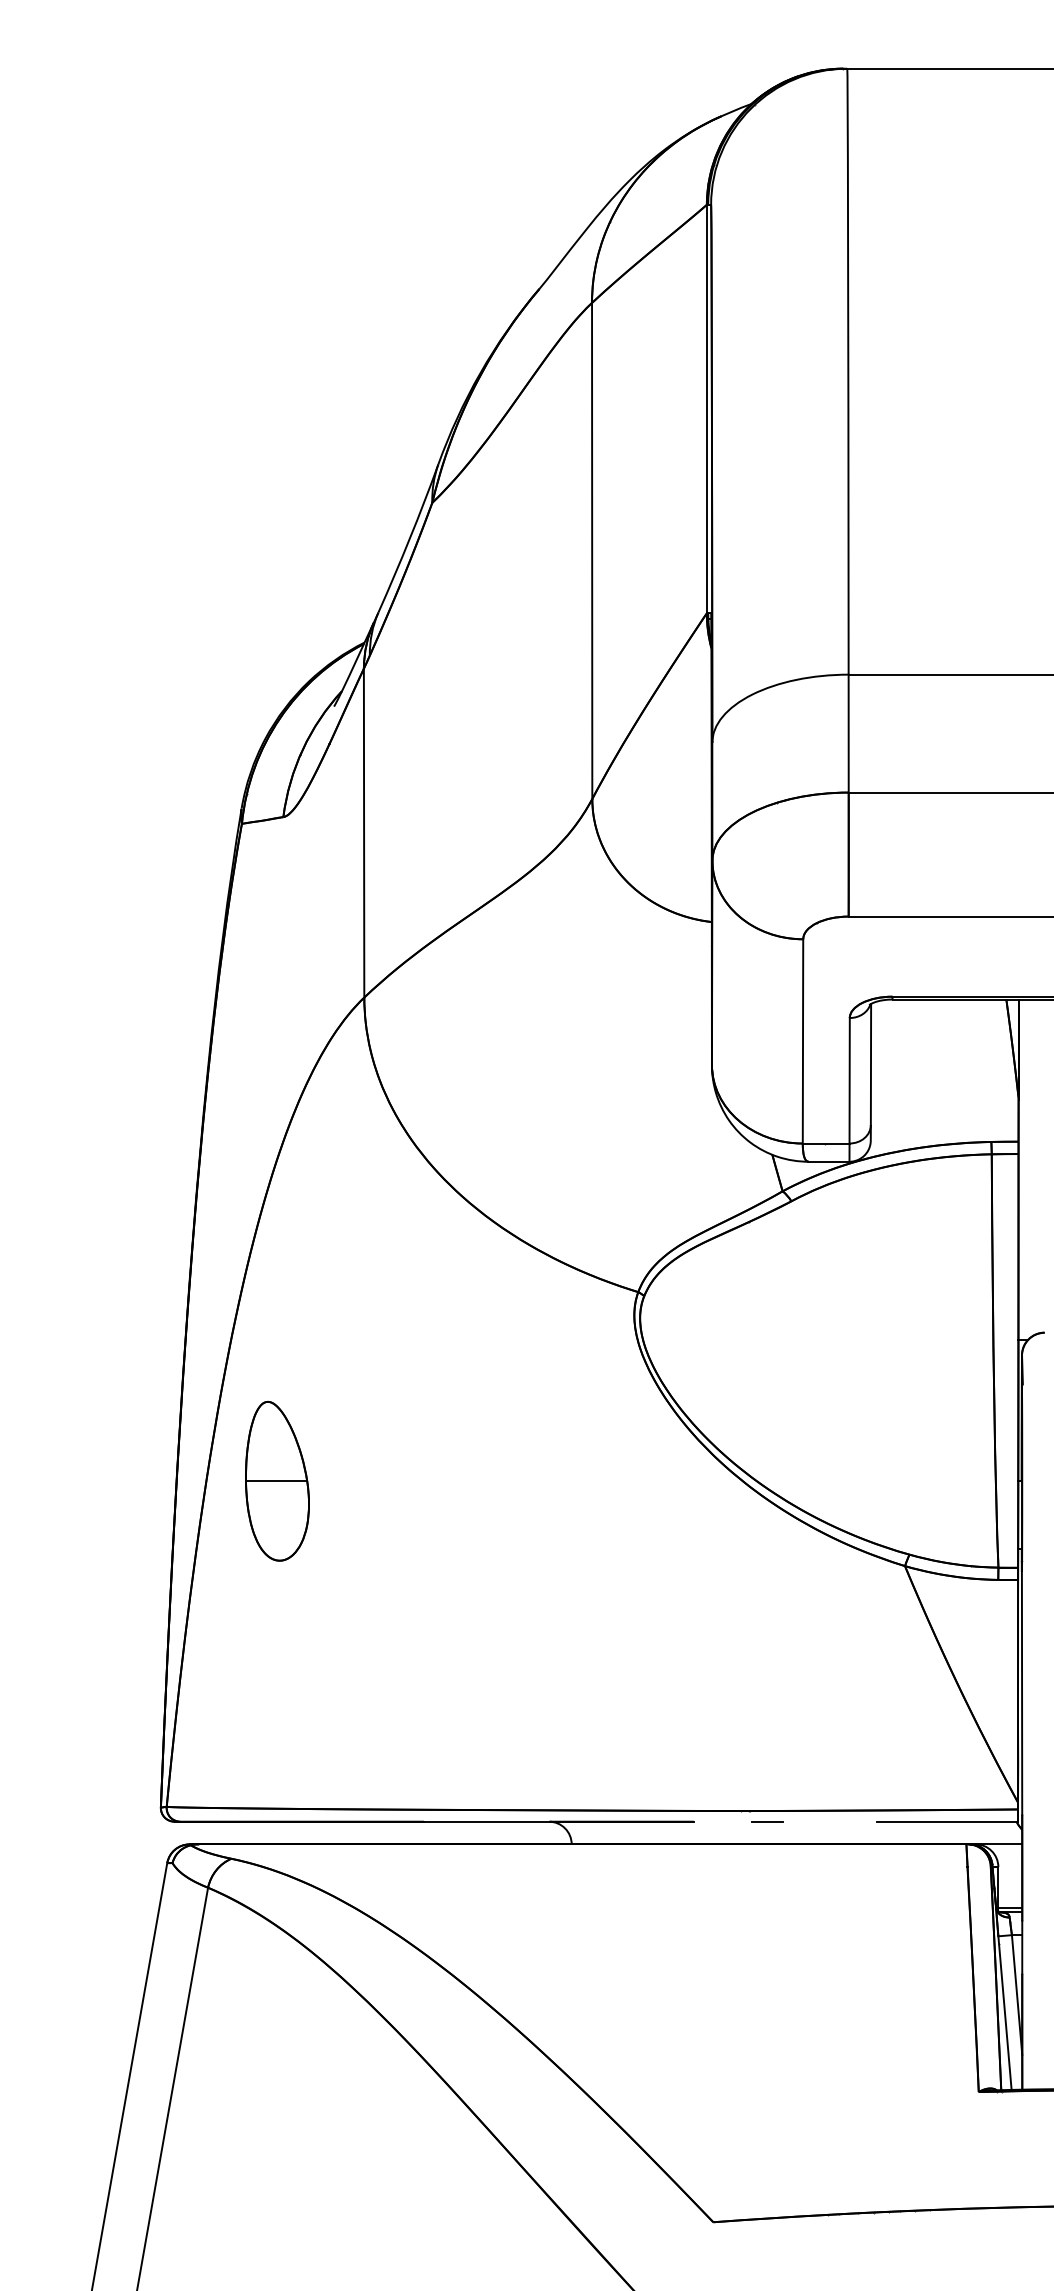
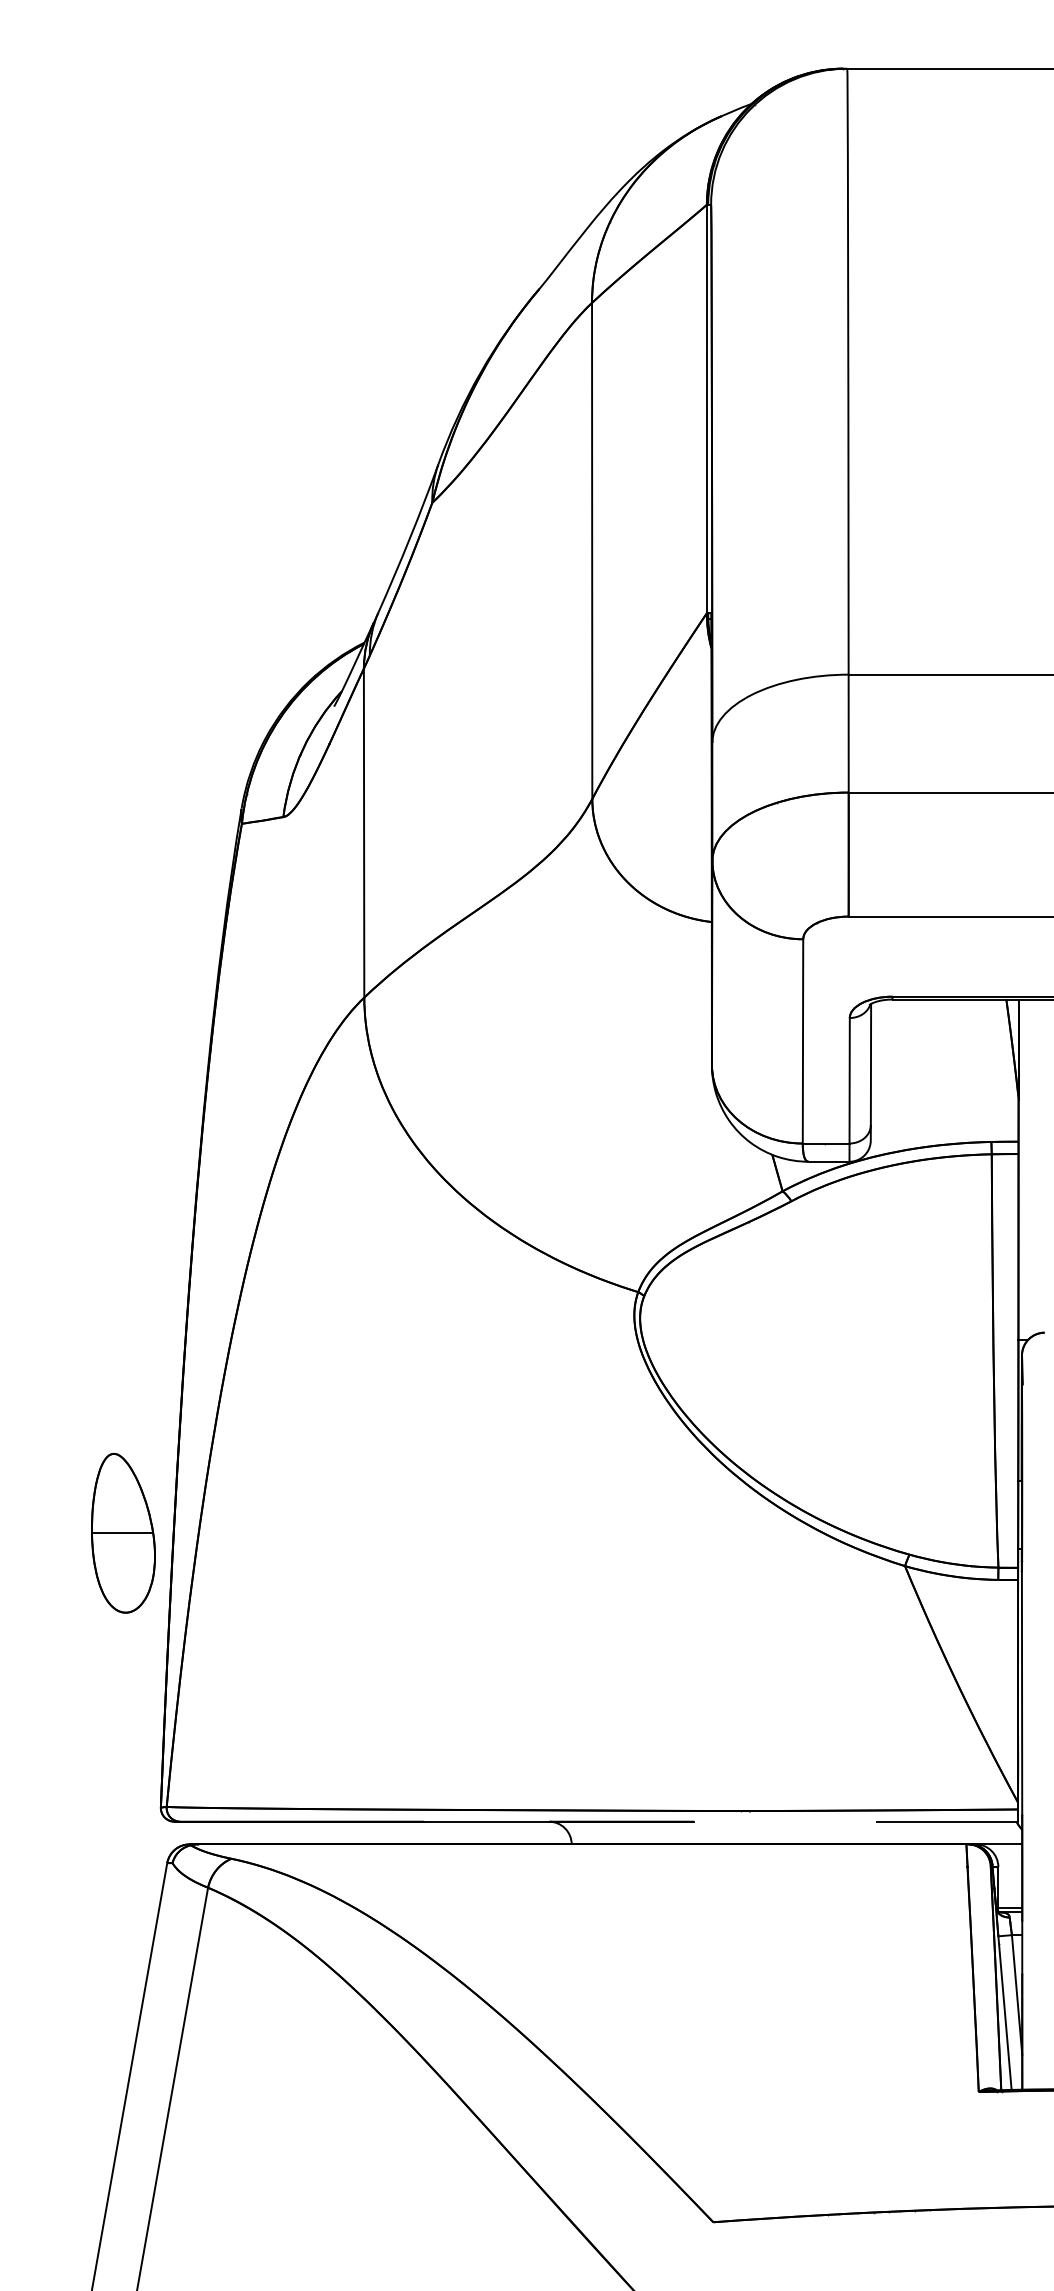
part at (277, 1480) position: (277, 1480) -> (123, 1532)
line at (767, 1821): present -> none
